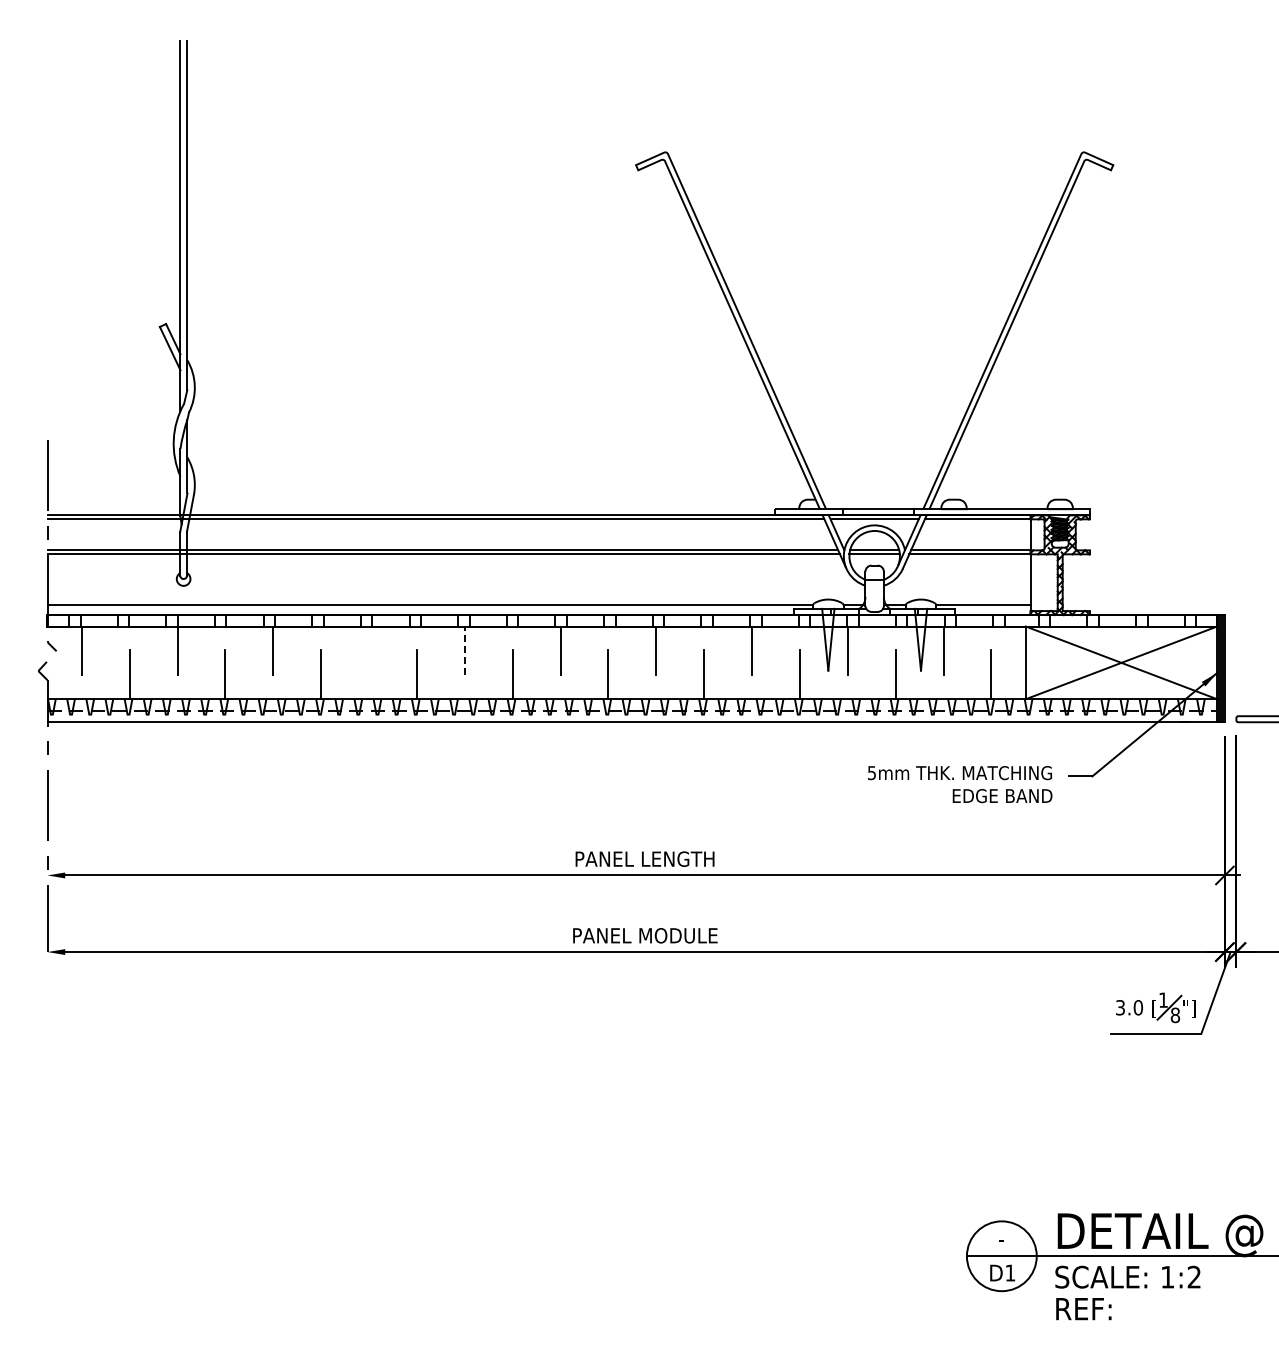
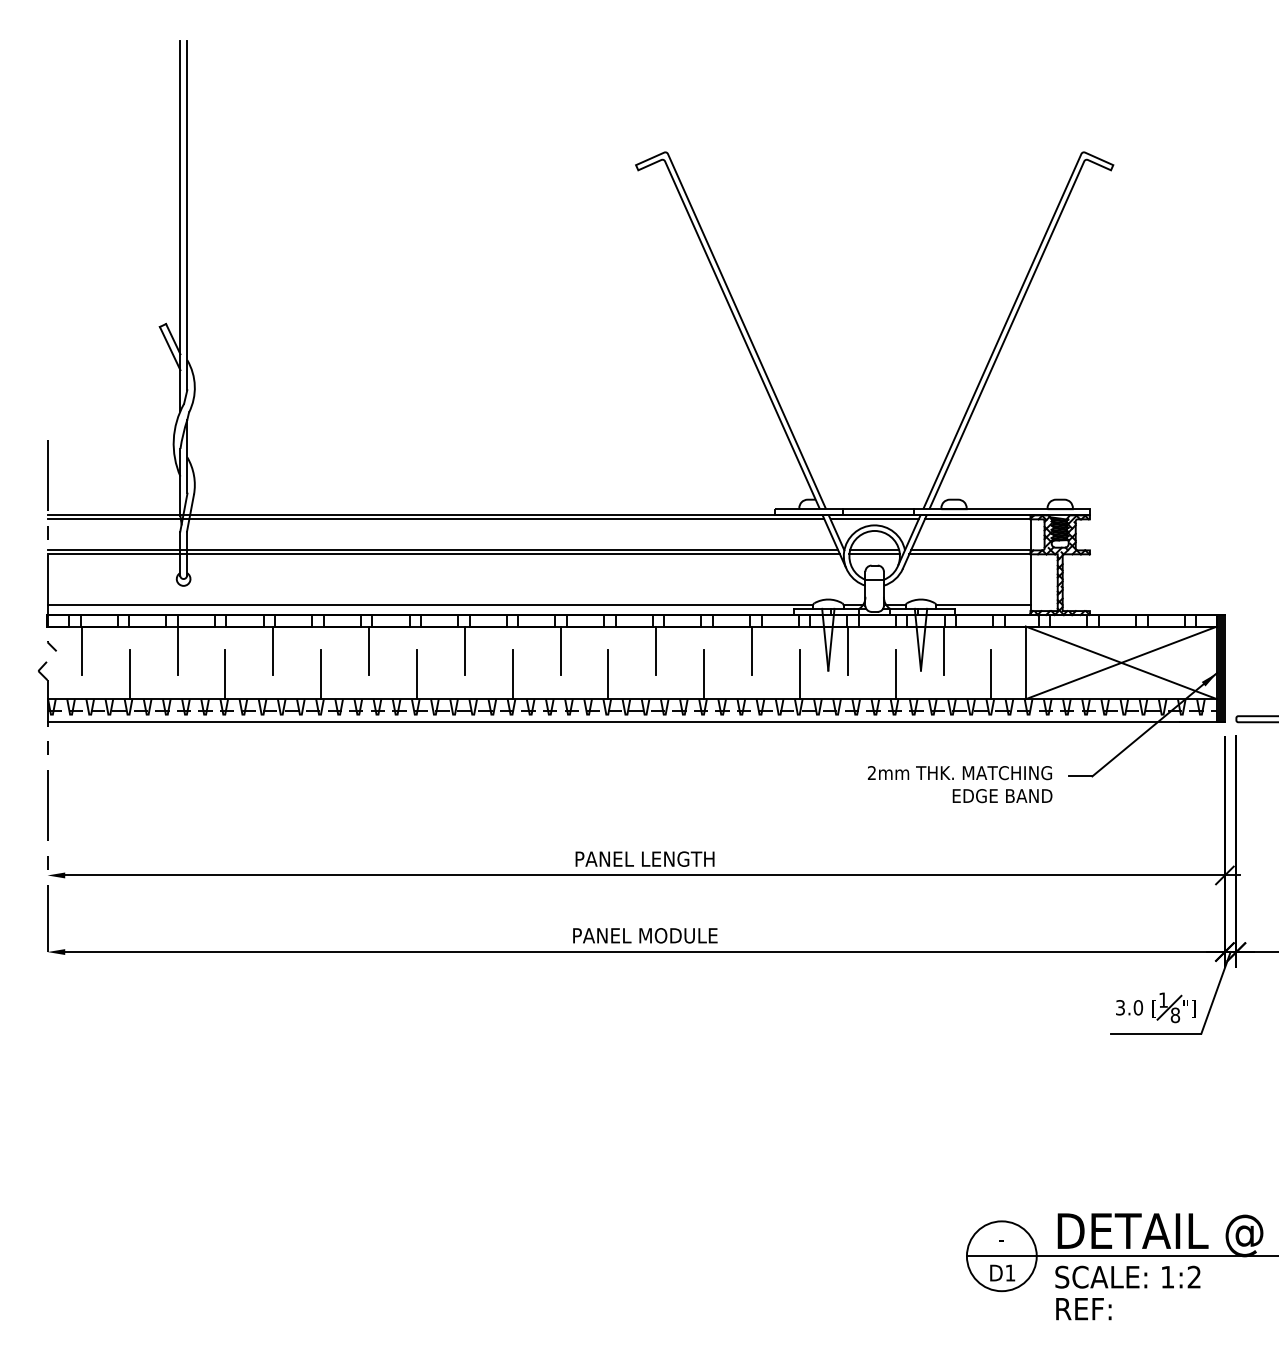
line at (369, 650): none -> present
line at (464, 650): dashed -> solid
text at (871, 773): 5mm -> 2mm
